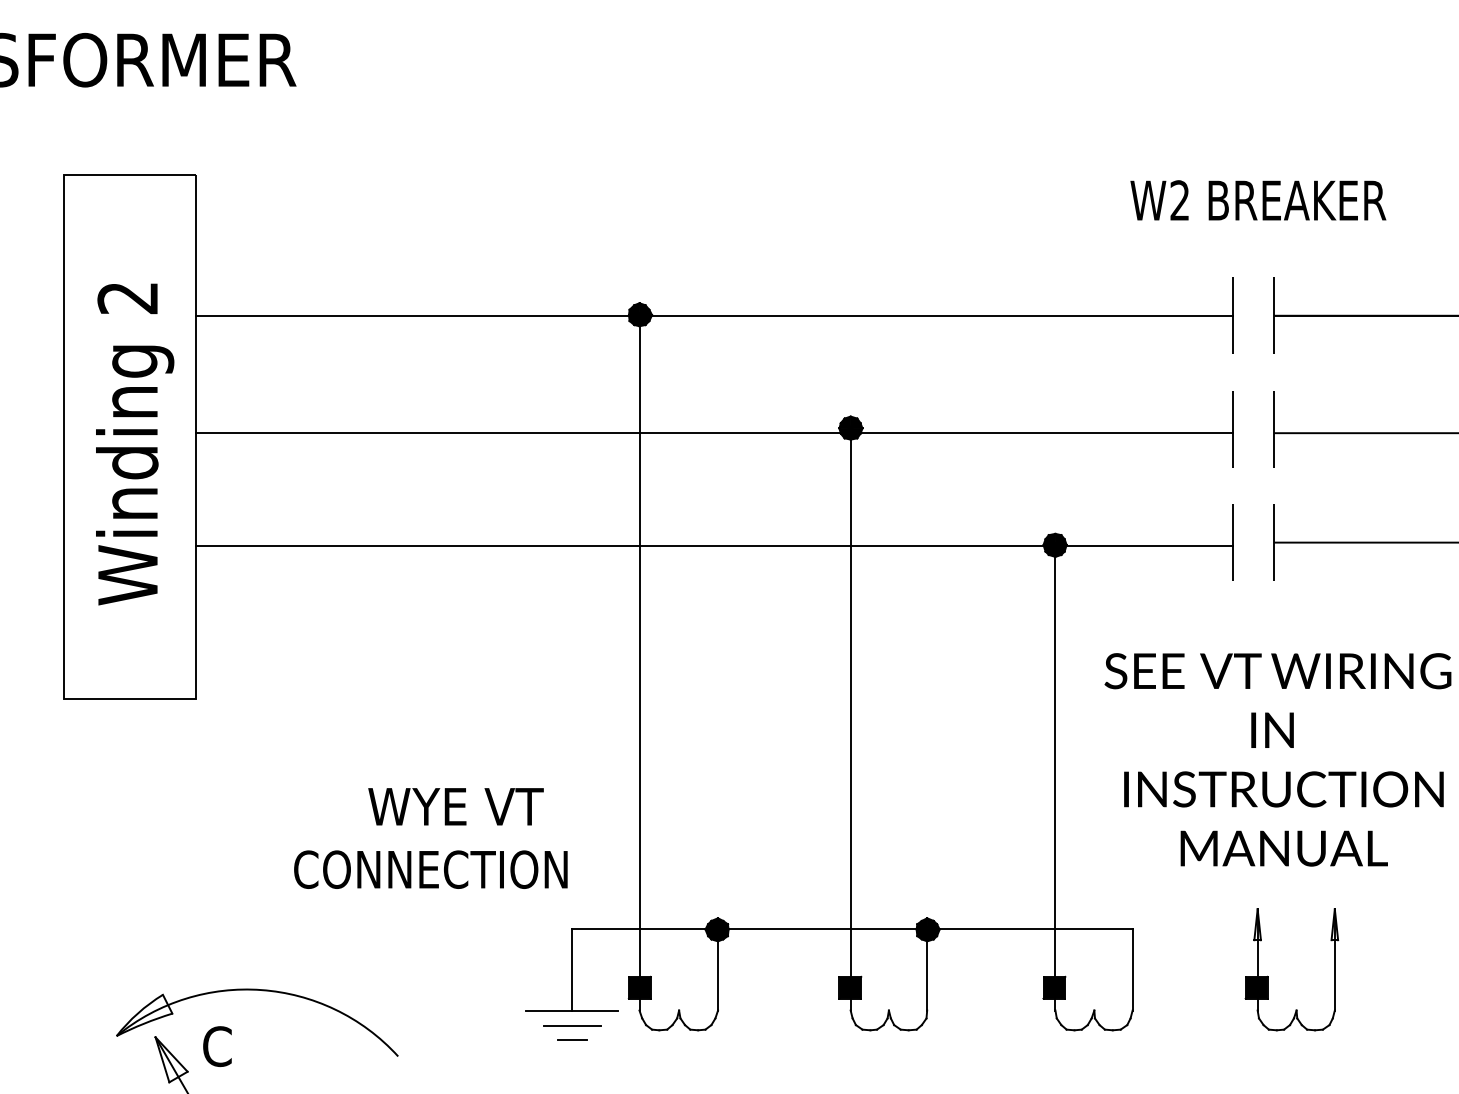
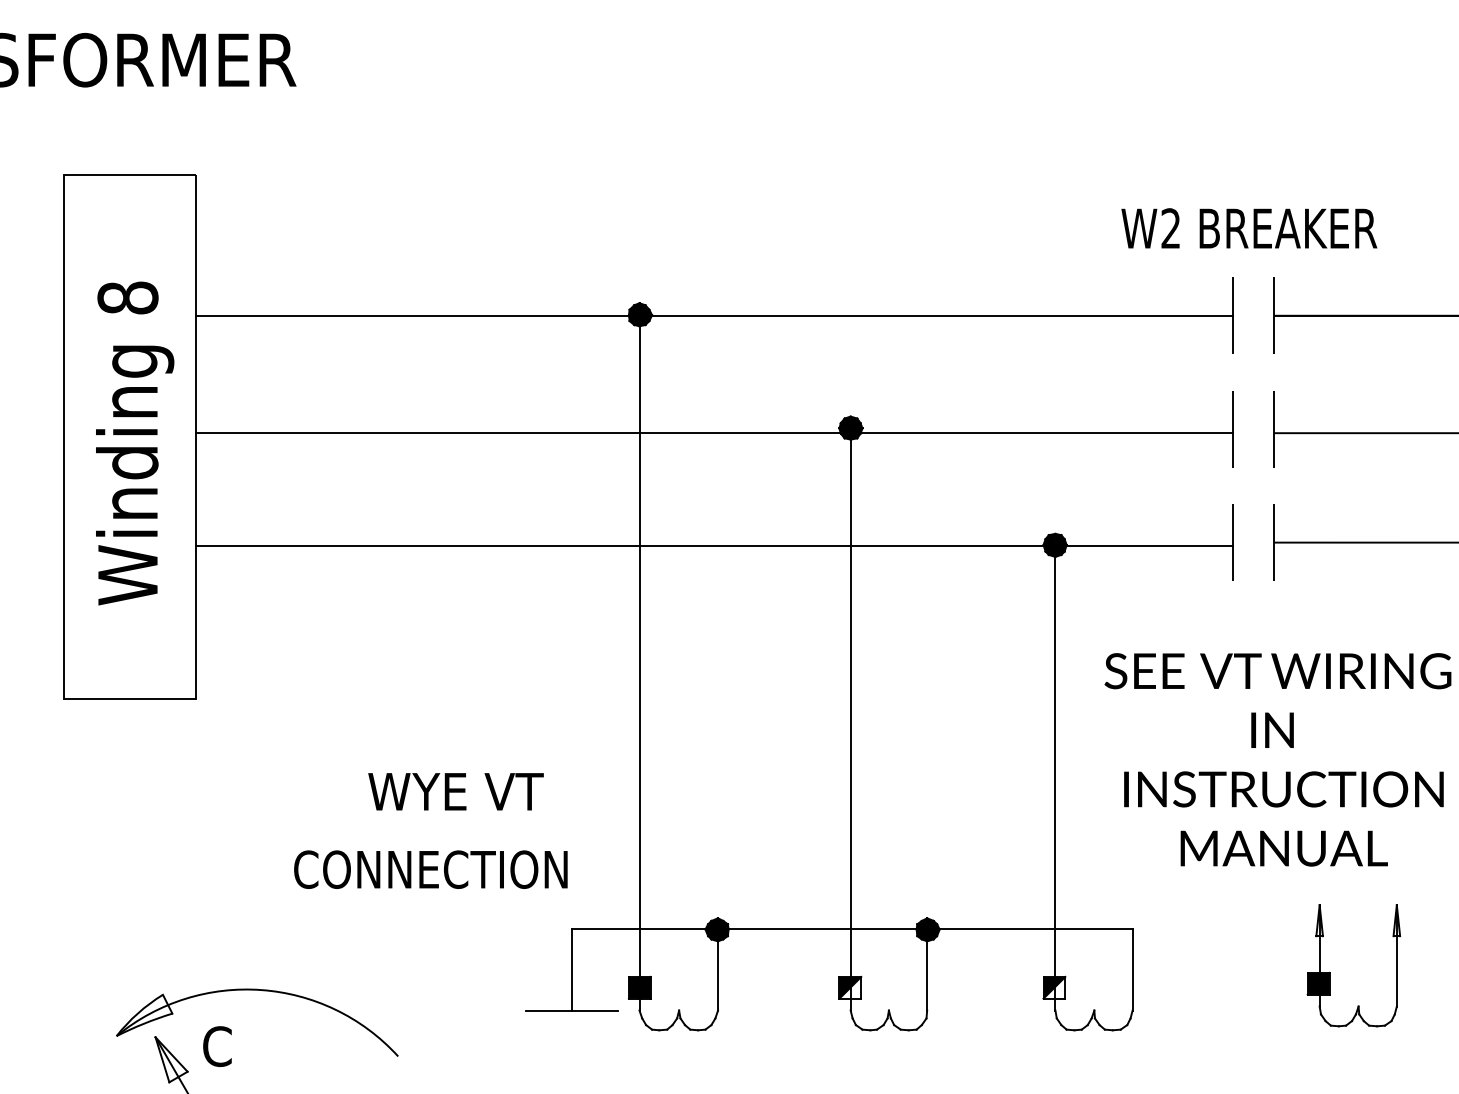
text at (1258, 200) position: (1258, 200) -> (1249, 228)
text at (127, 297): 2 -> 8
text at (455, 806) position: (455, 806) -> (455, 791)
part at (1268, 976) position: (1268, 976) -> (1330, 972)
fill at (850, 987): present -> none
fill at (1054, 987): present -> none
line at (571, 1026): present -> none
line at (571, 1039): present -> none
